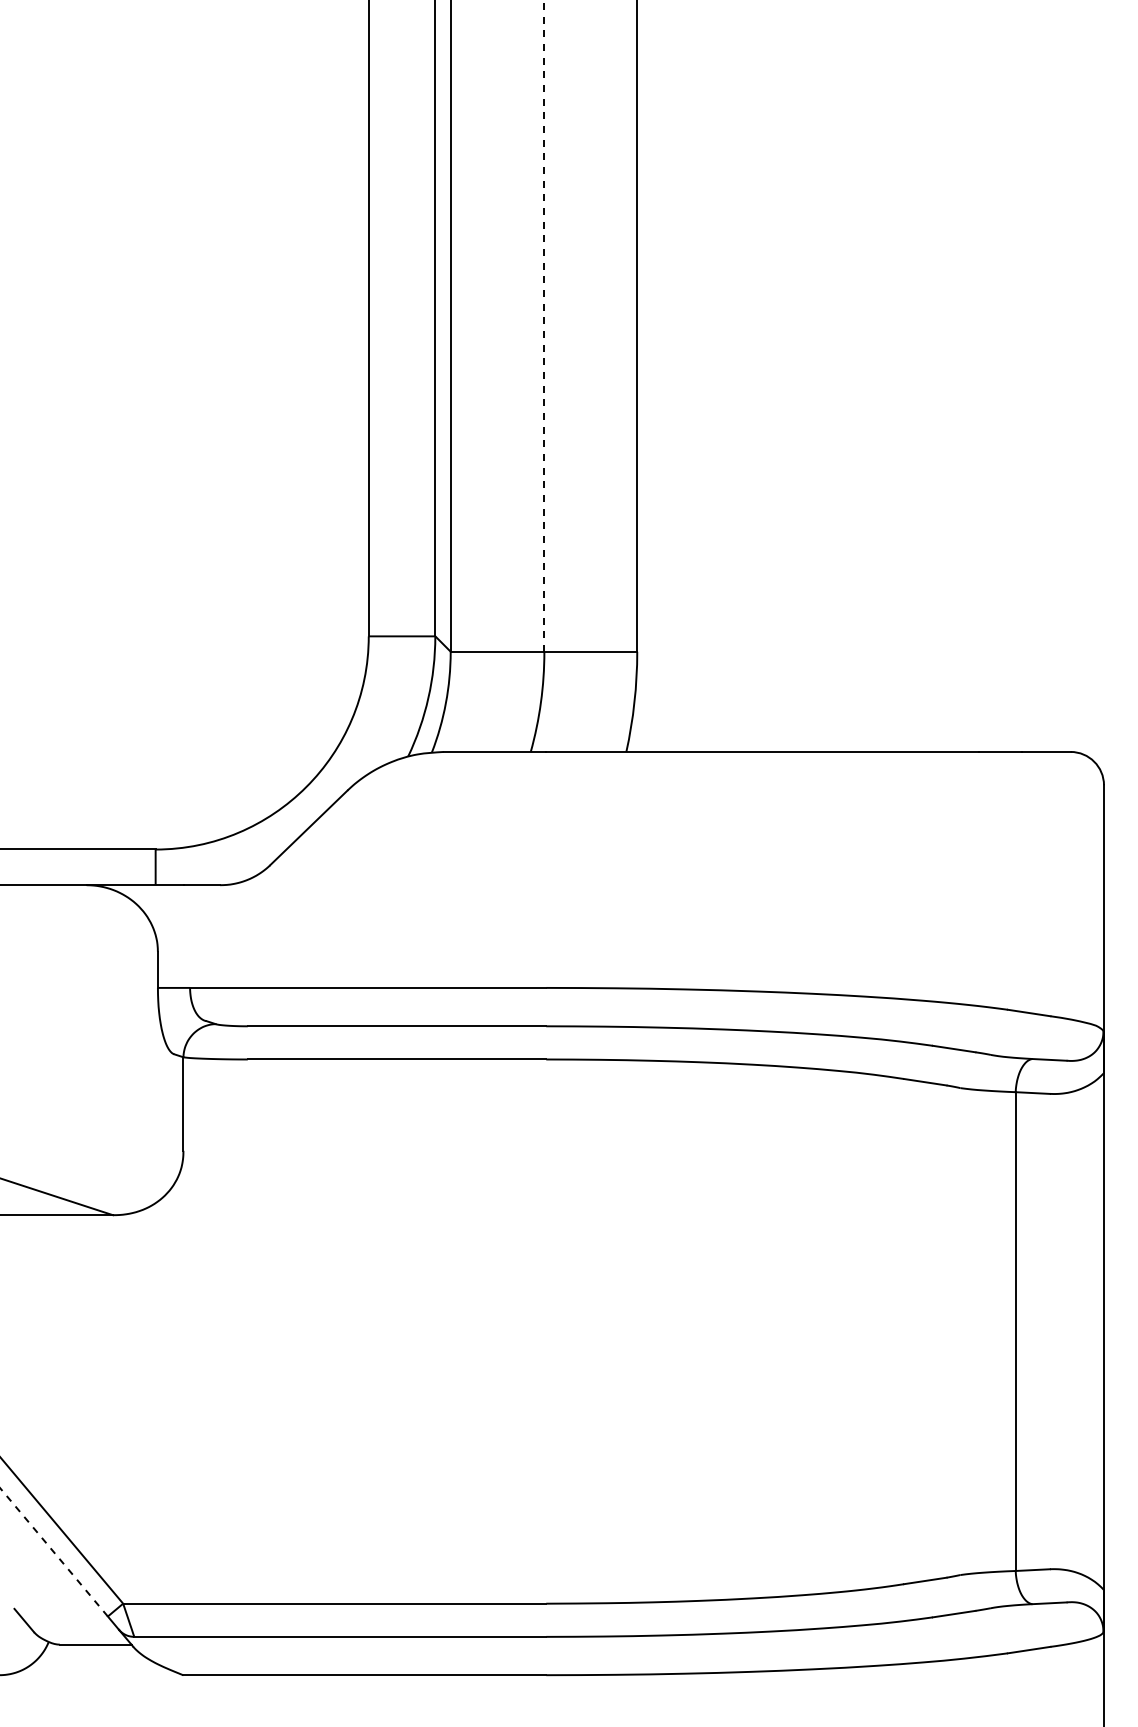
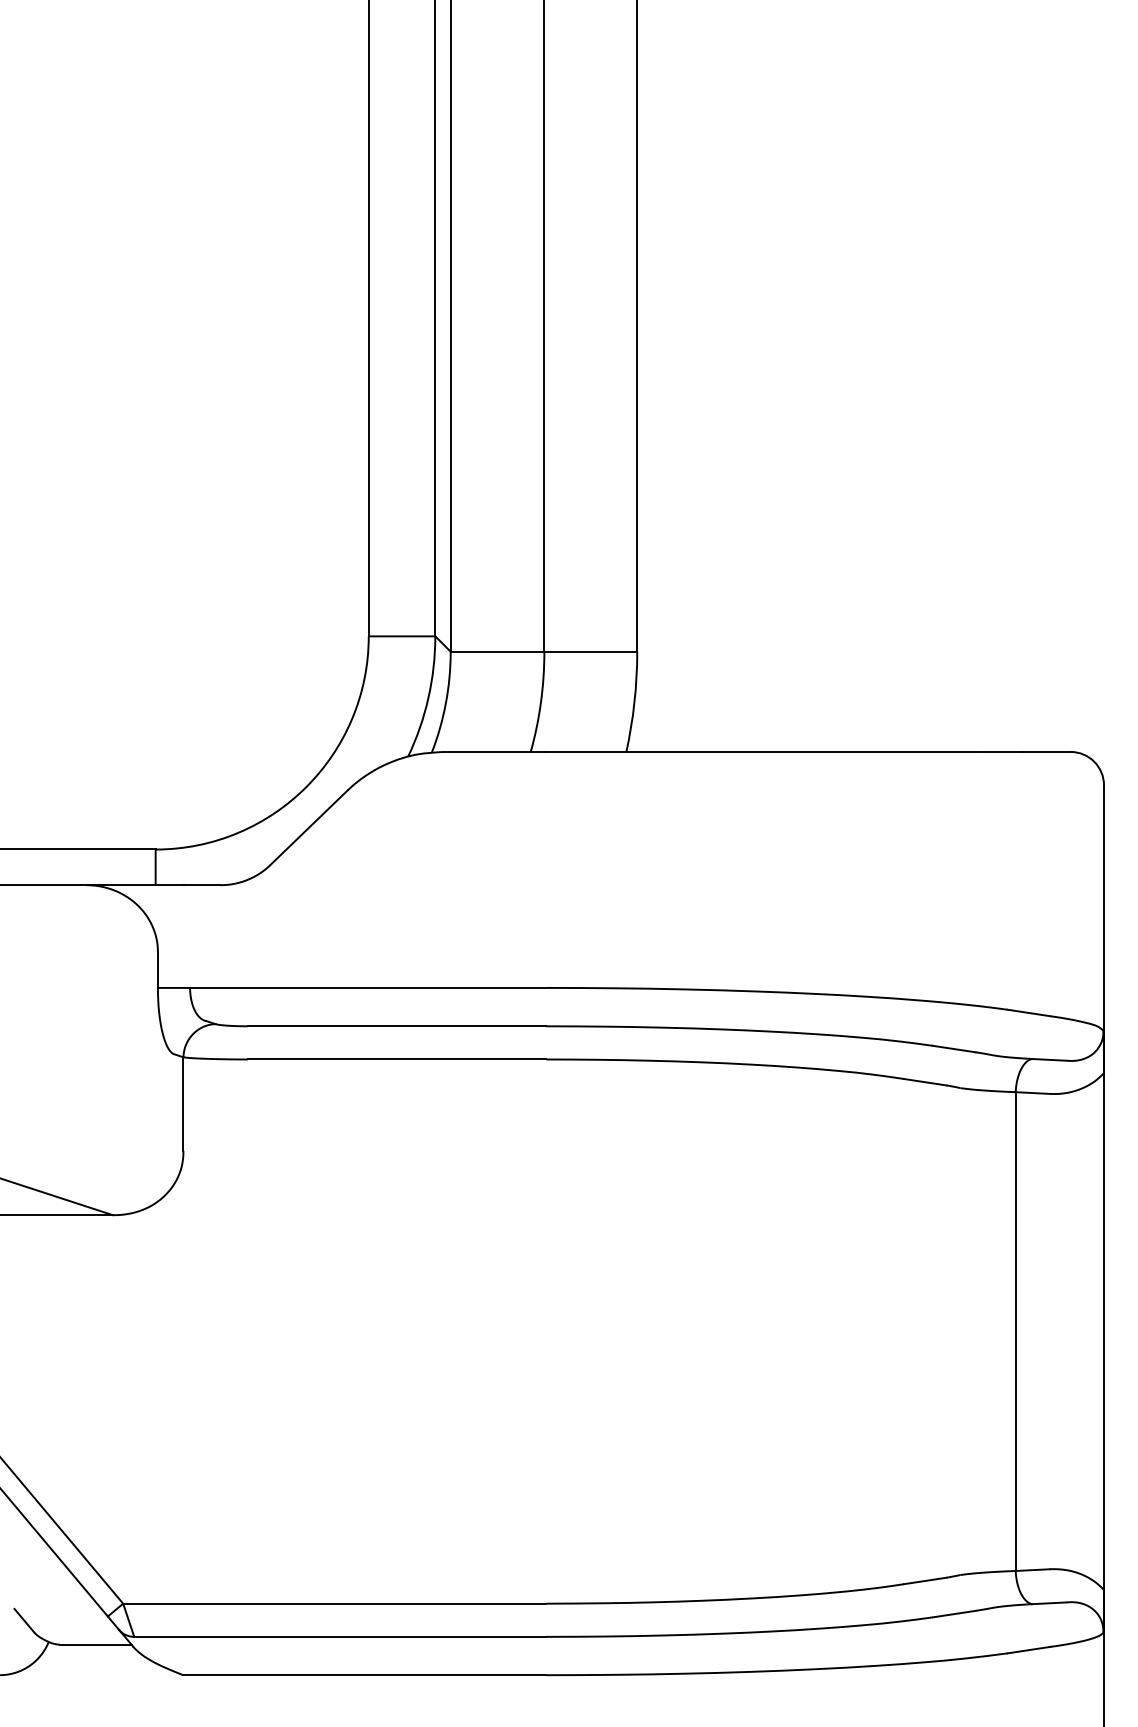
line at (544, 326): dashed -> solid
line at (53, 1552): dashed -> solid
